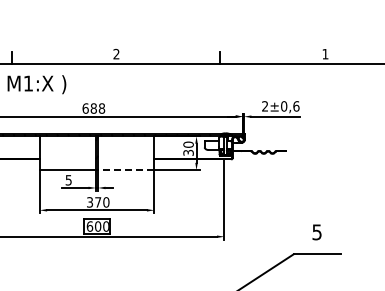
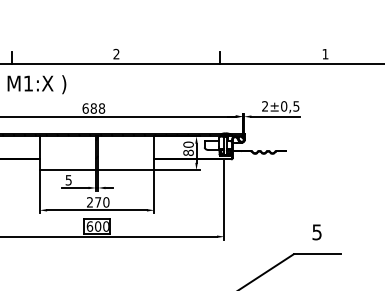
text at (296, 106): ±0,6 -> ±0,5
text at (188, 152): 30 -> 80
line at (125, 170): dashed -> solid
text at (90, 202): 370 -> 270
